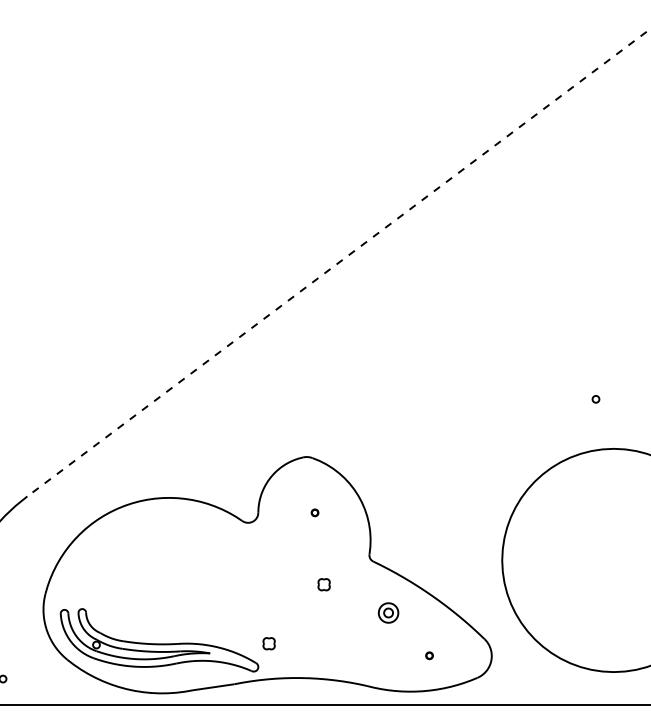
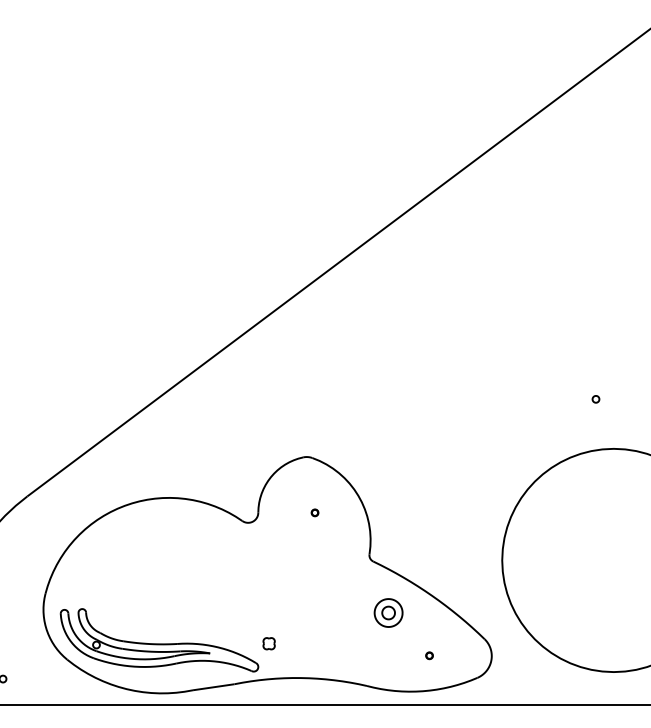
line at (339, 262): dashed -> solid
part at (323, 584): present -> none
part at (388, 612) size: 23x22 px -> 31x30 px
